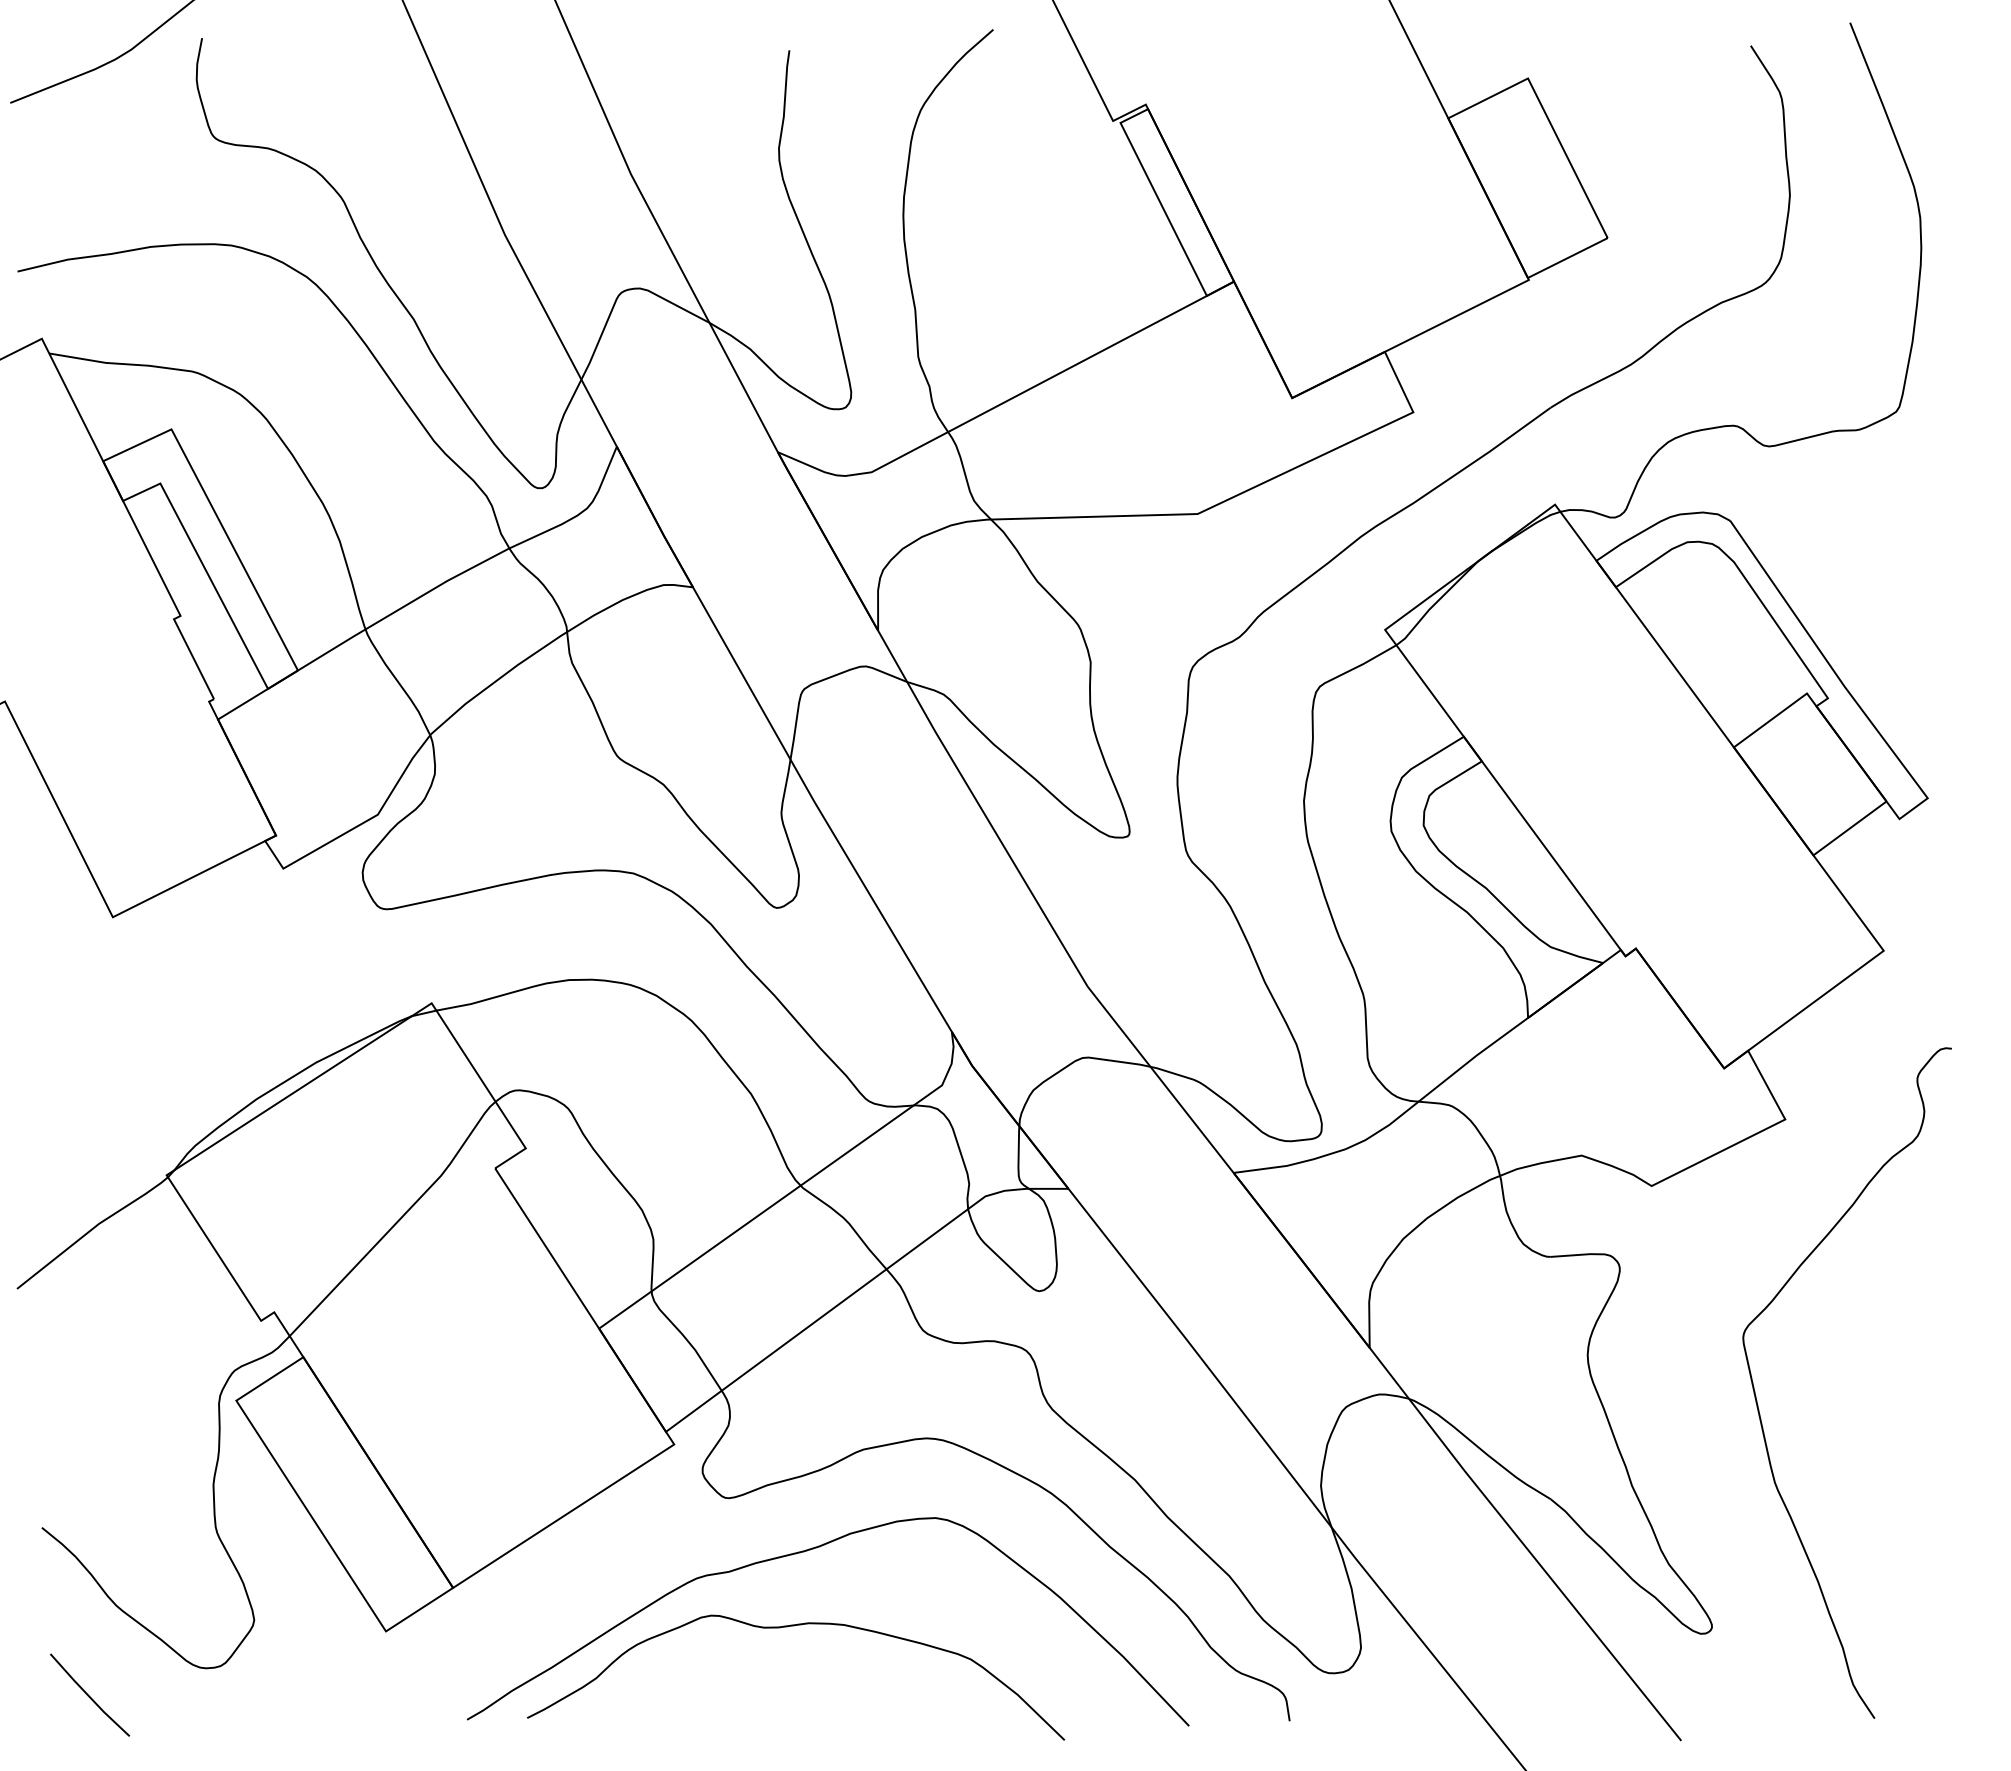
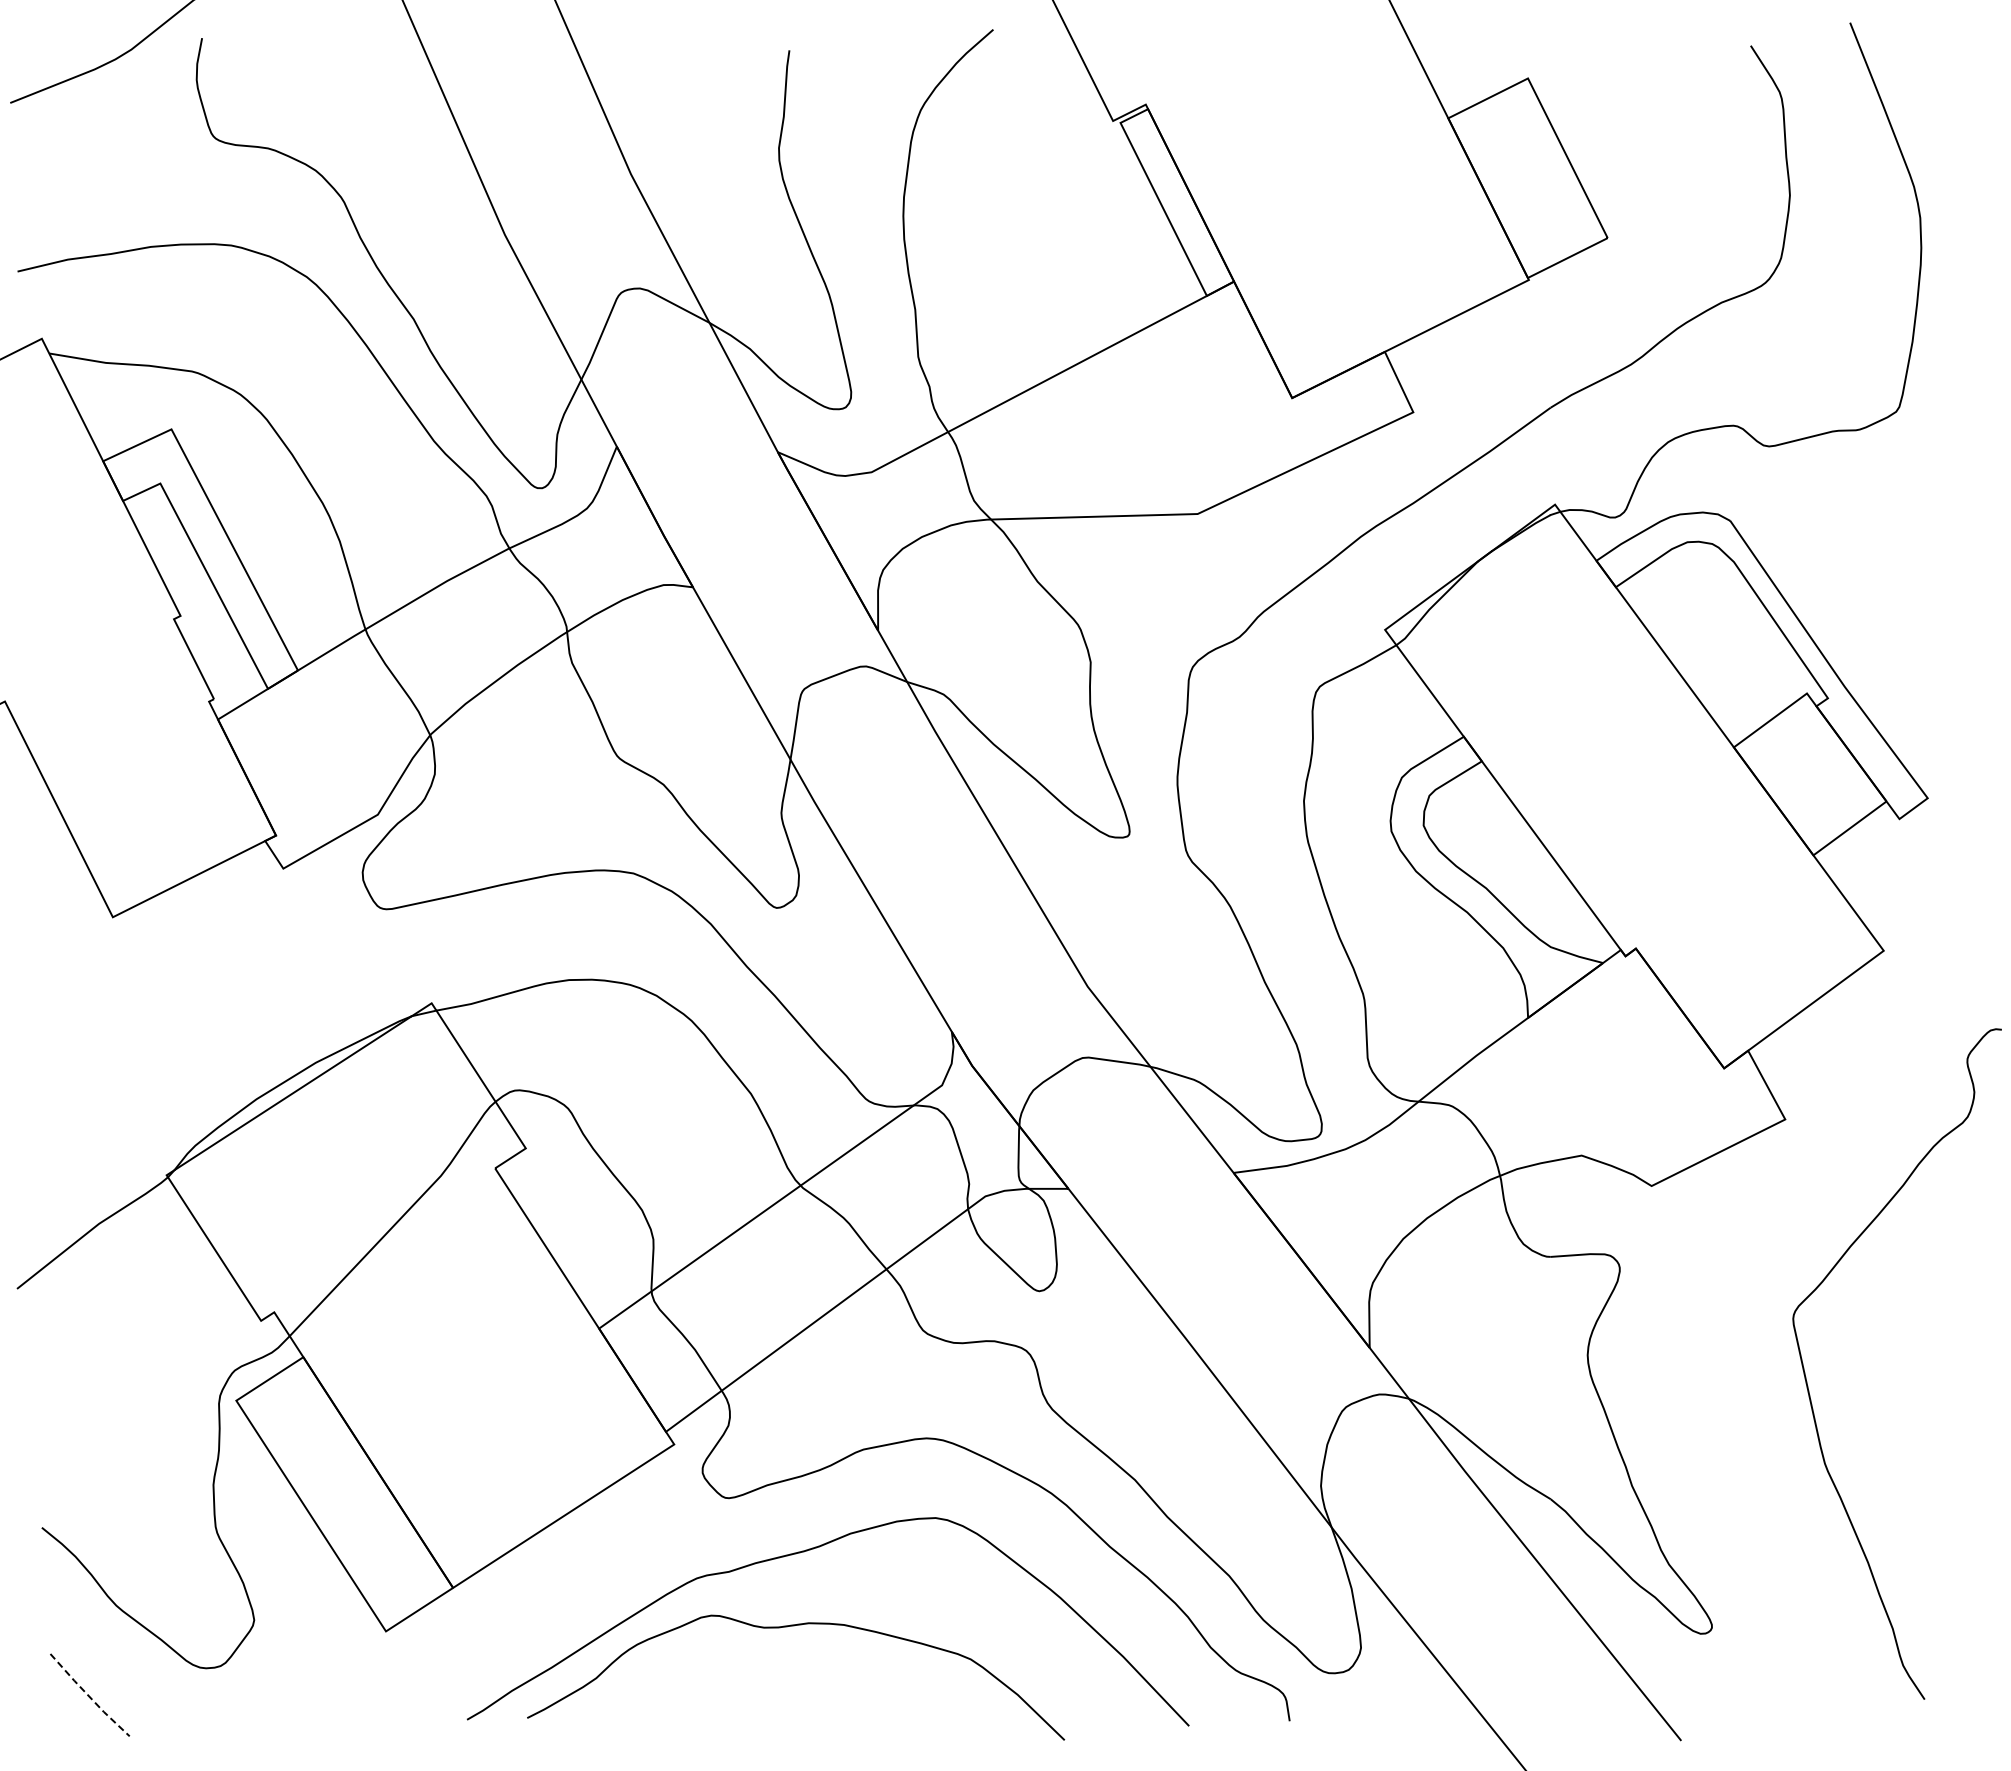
curve at (1757, 1400) position: (1757, 1400) -> (1807, 1381)
line at (88, 1696): solid -> dashed
